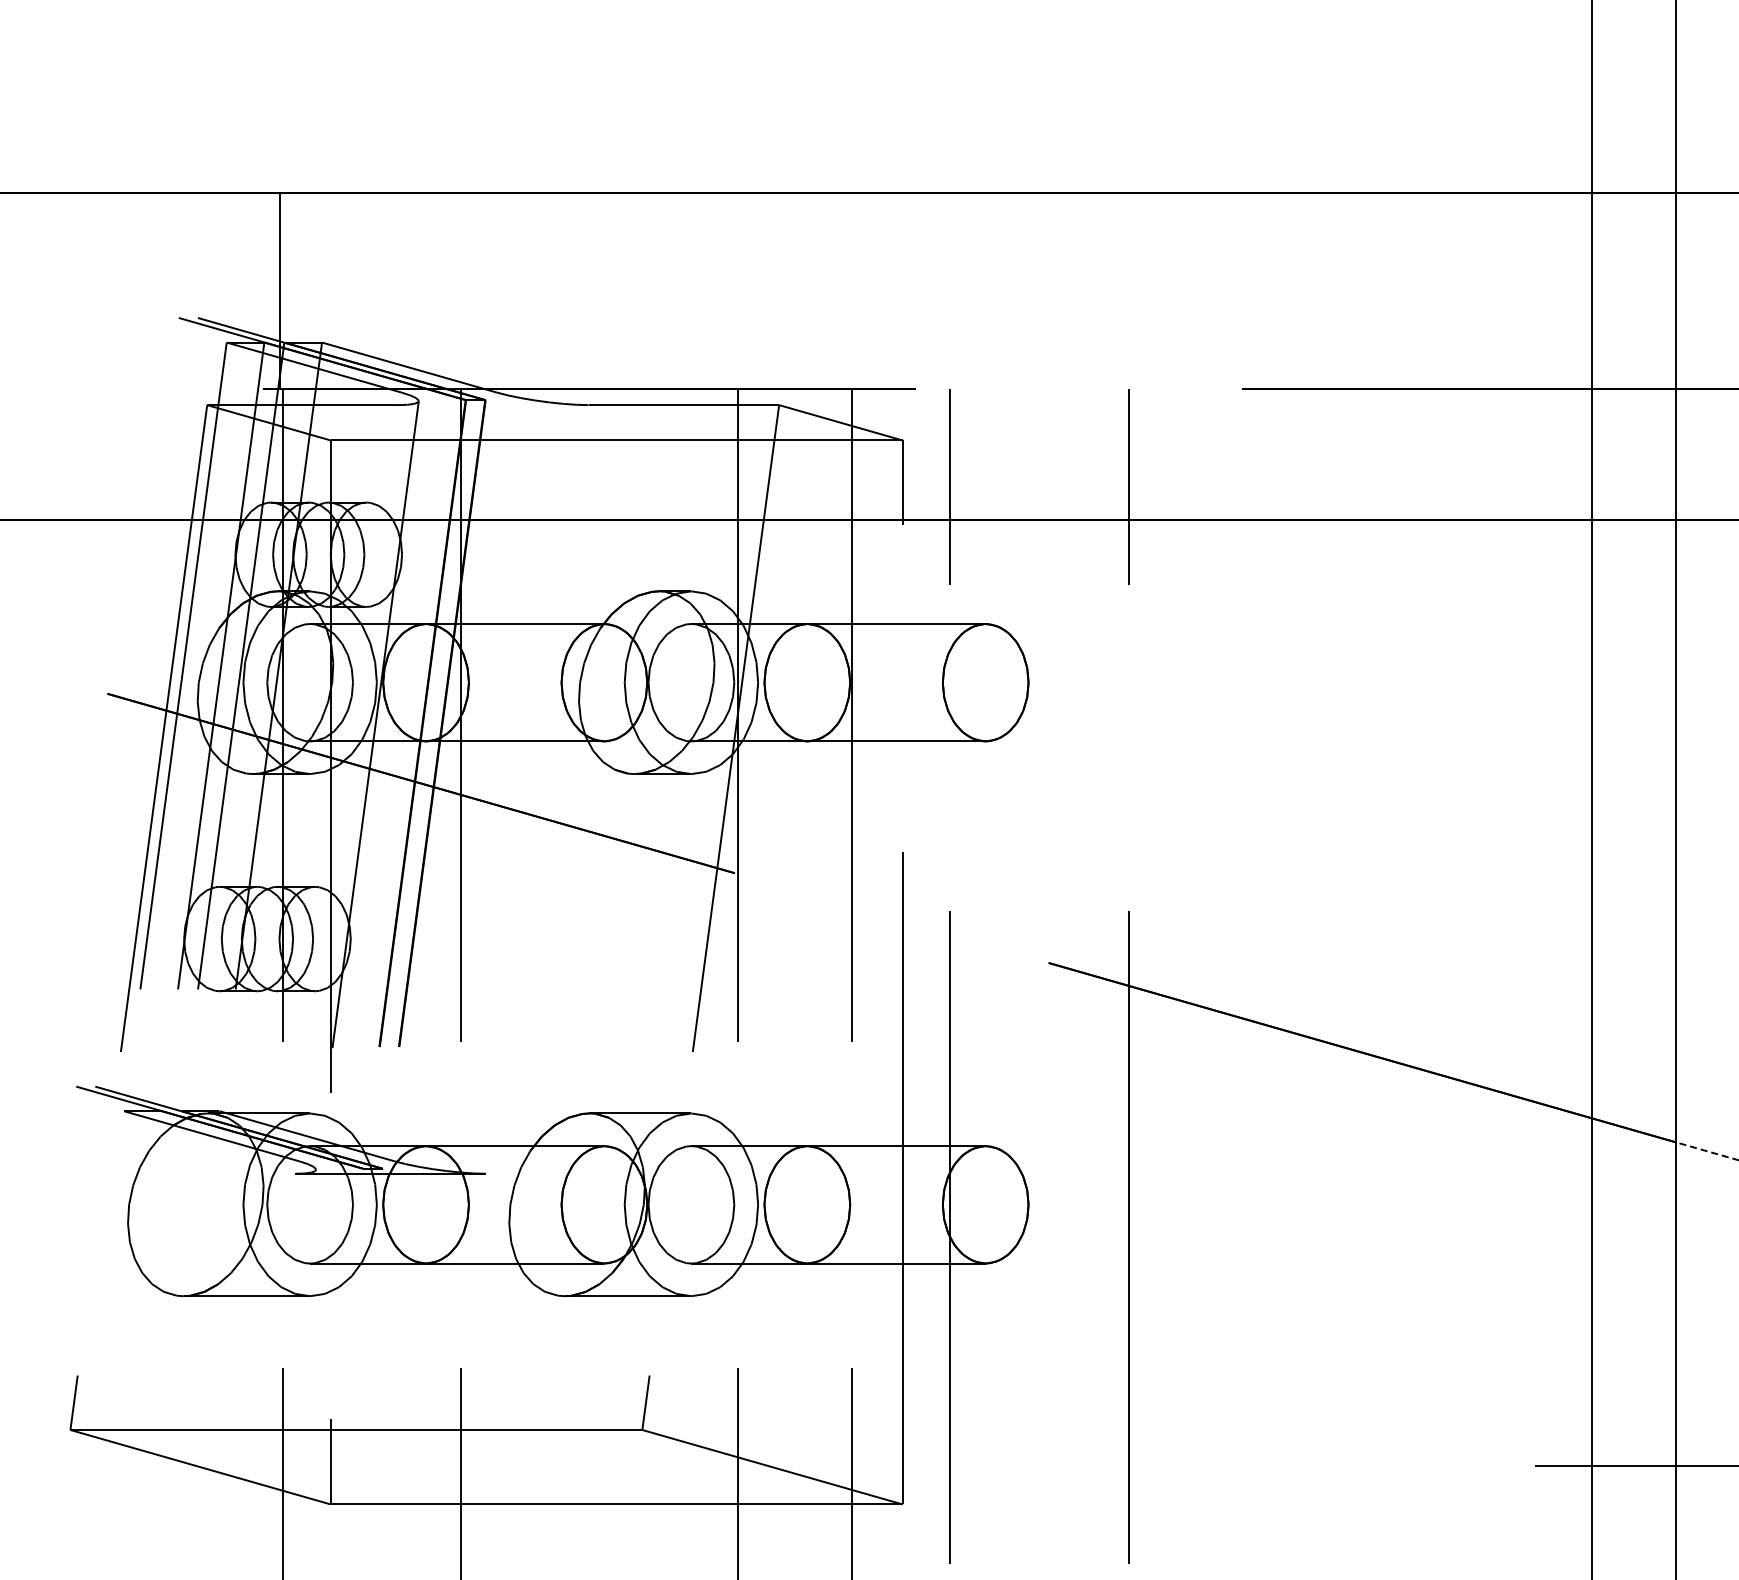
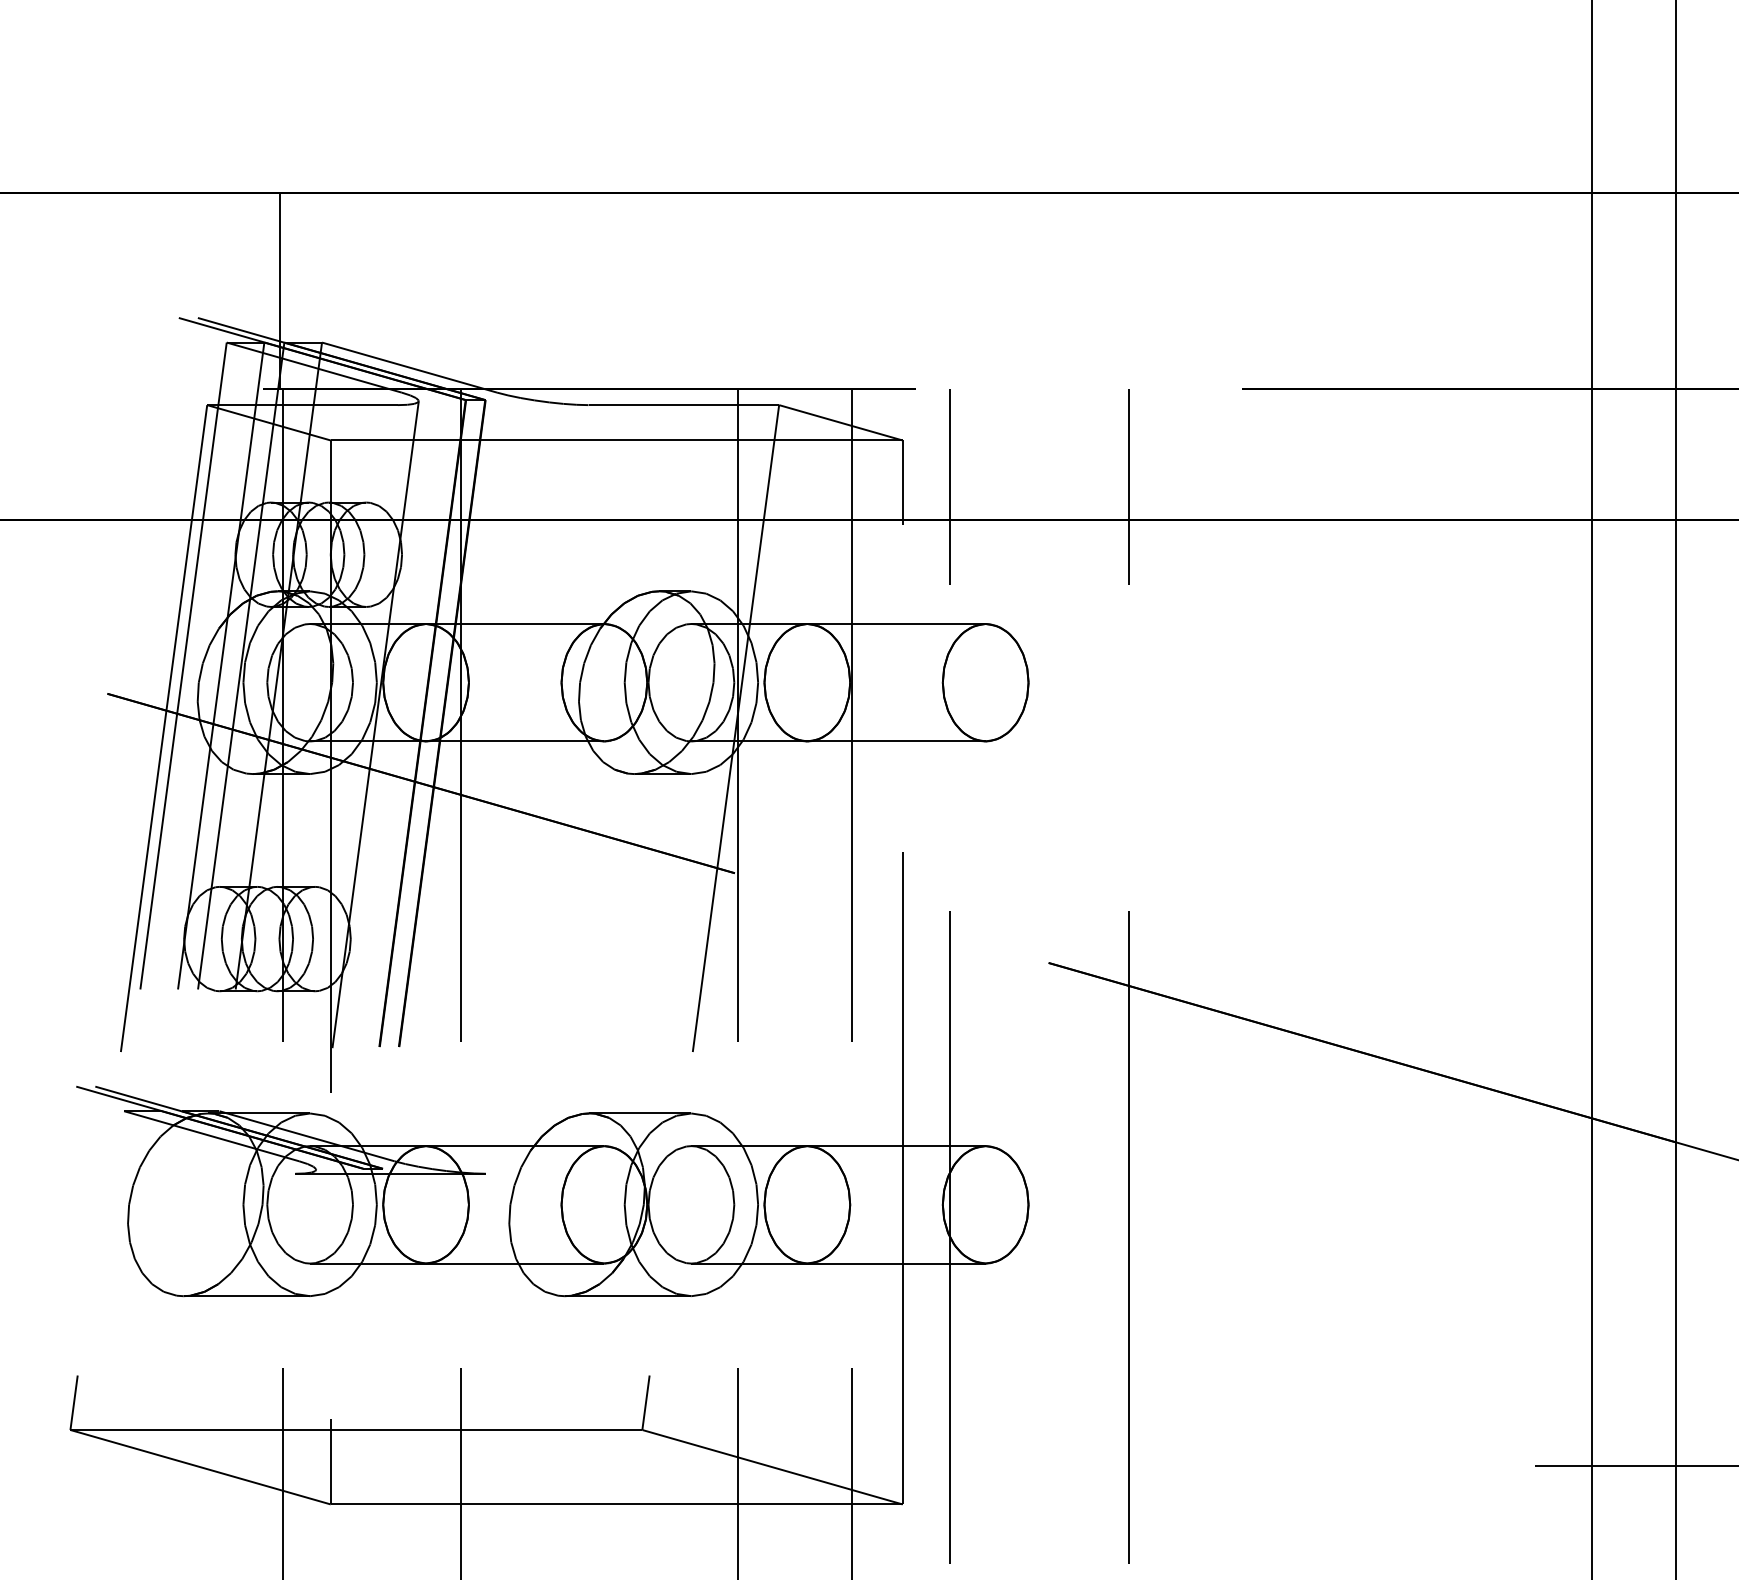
line at (1706, 1151): dashed -> solid
